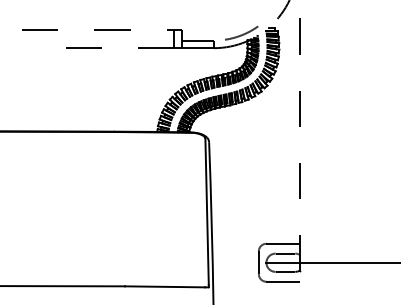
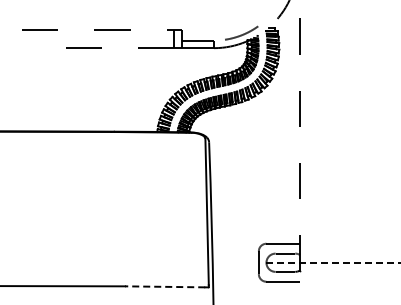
line at (333, 262): solid -> dashed
line at (164, 286): solid -> dashed
